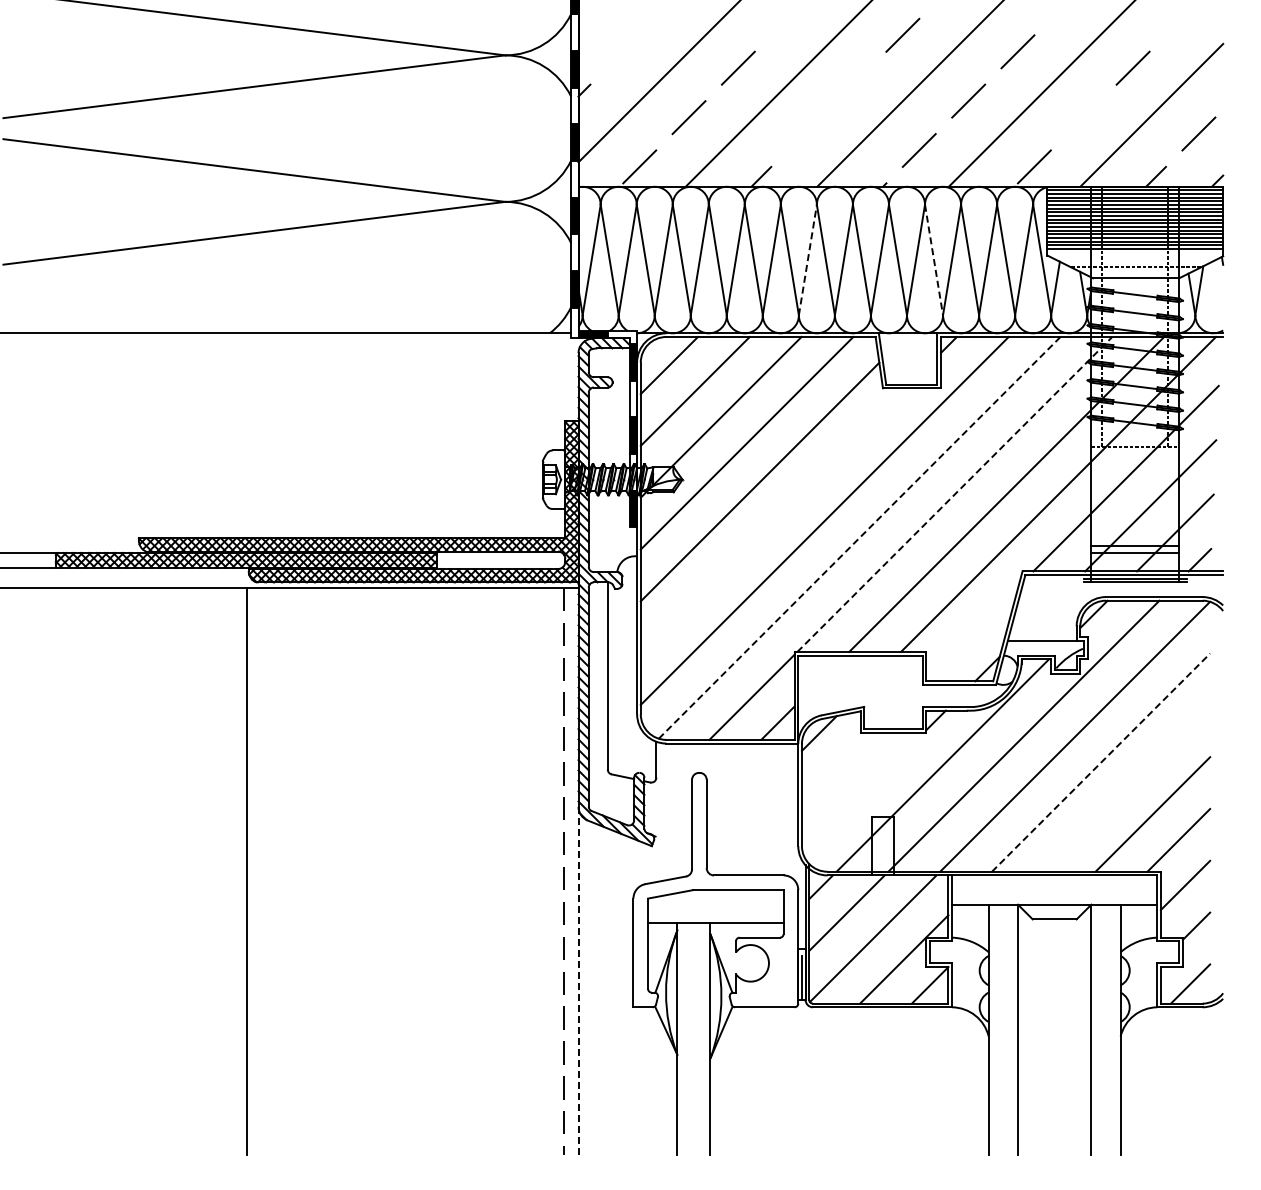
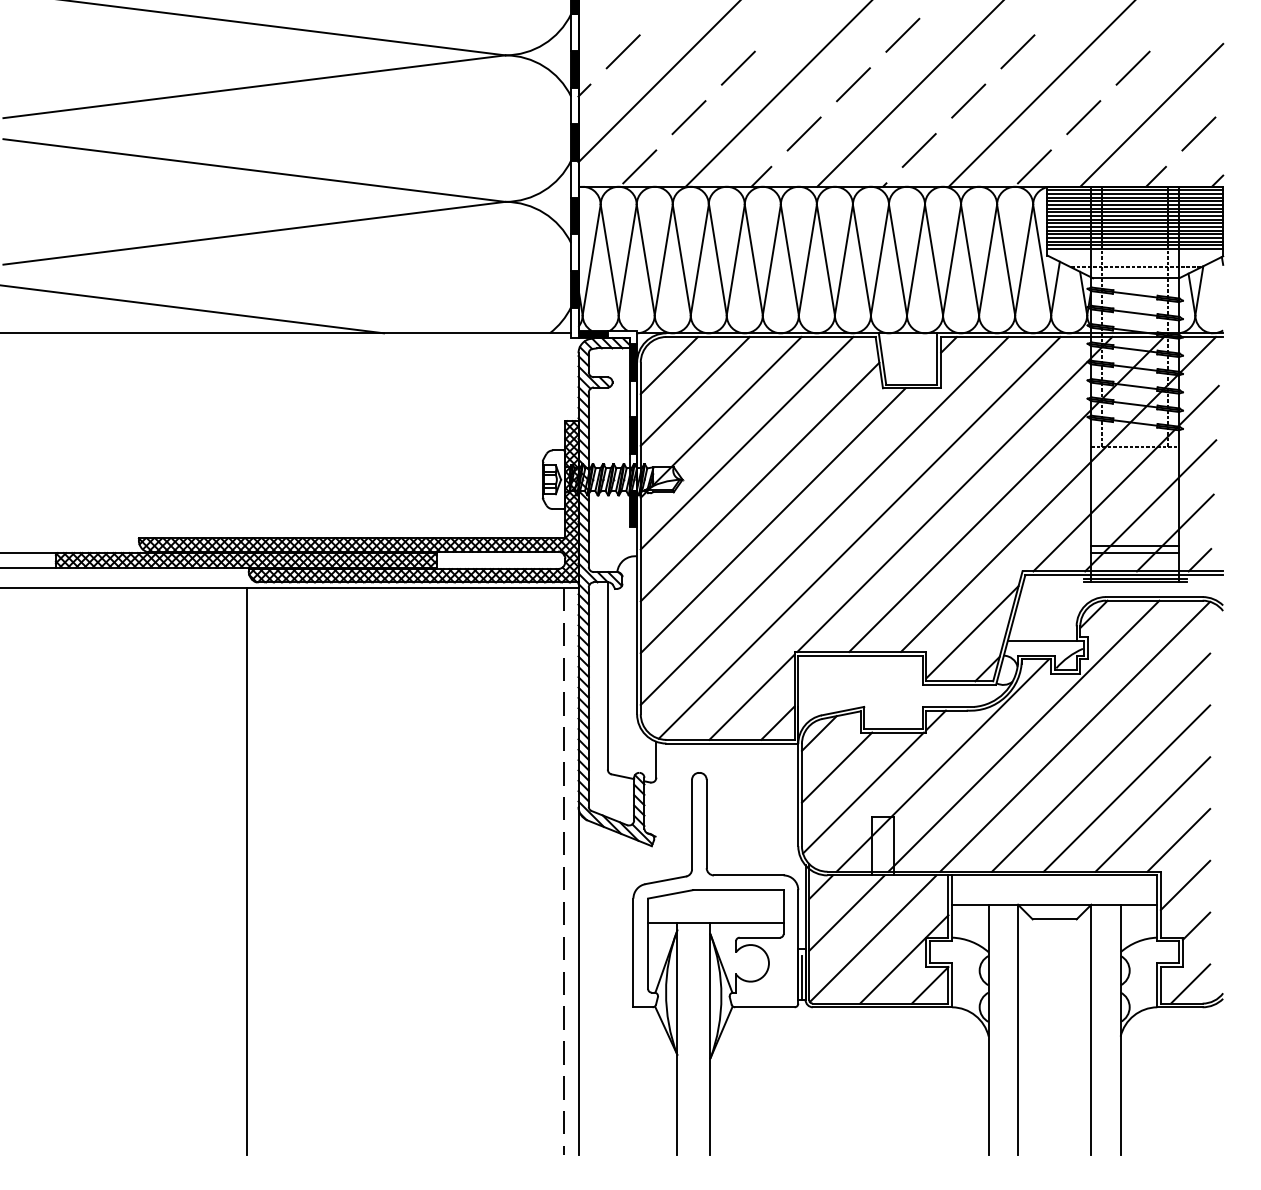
line at (622, 51): none -> present
line at (853, 84): none -> present
line at (1083, 117): none -> present
line at (803, 133): none -> present
line at (807, 260): dashed -> solid
line at (934, 260): dashed -> solid
line at (193, 309): none -> present
line at (954, 494): dashed -> solid
line at (772, 520): none -> present
line at (860, 537): dashed -> solid
line at (972, 632): none -> present
line at (1101, 762): dashed -> solid
line at (836, 767): none -> present
line at (1126, 788): none -> present
line at (863, 792): none -> present
line at (578, 980): dashed -> solid
